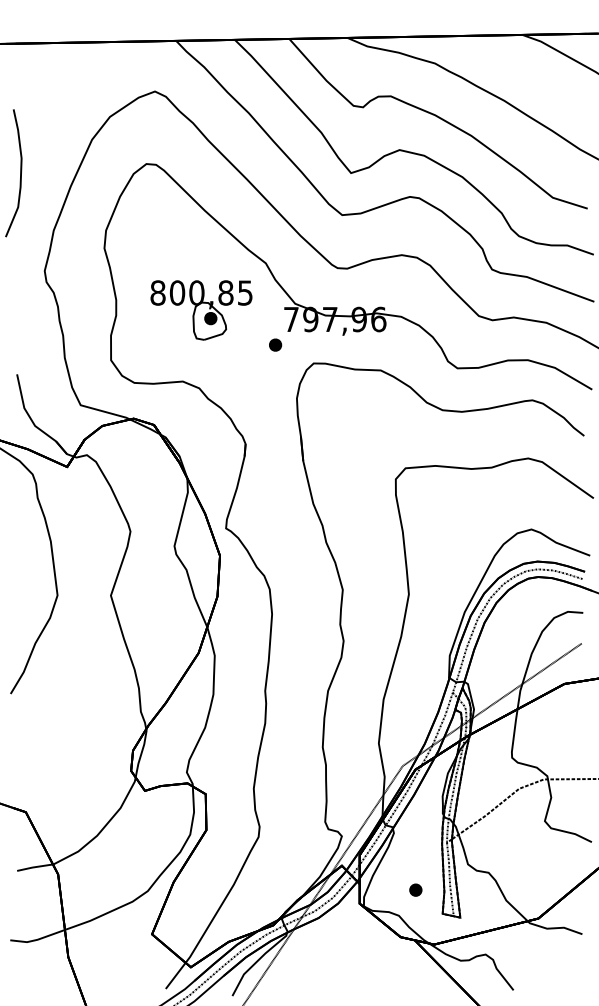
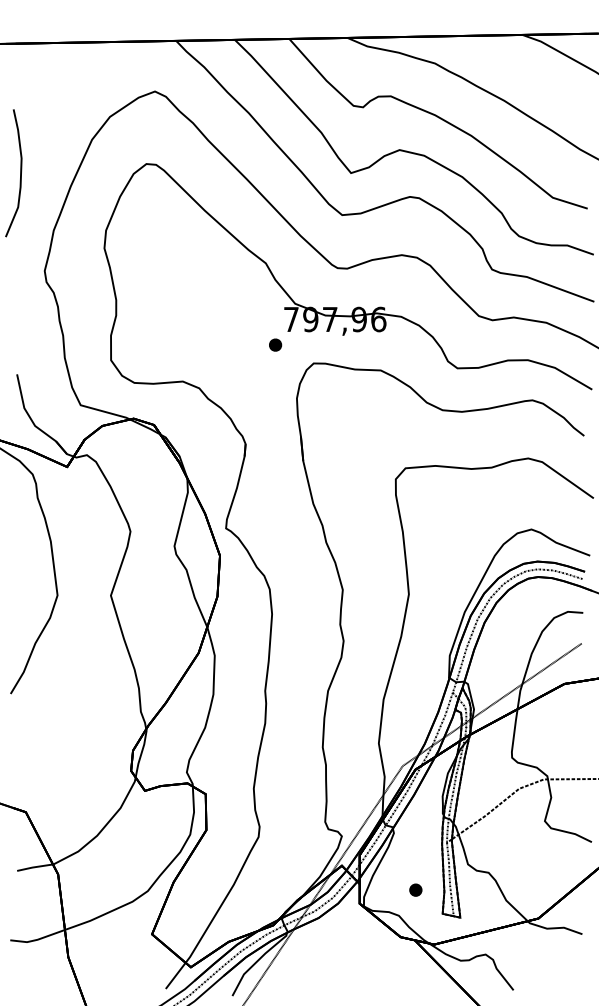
part at (201, 310): present -> none
